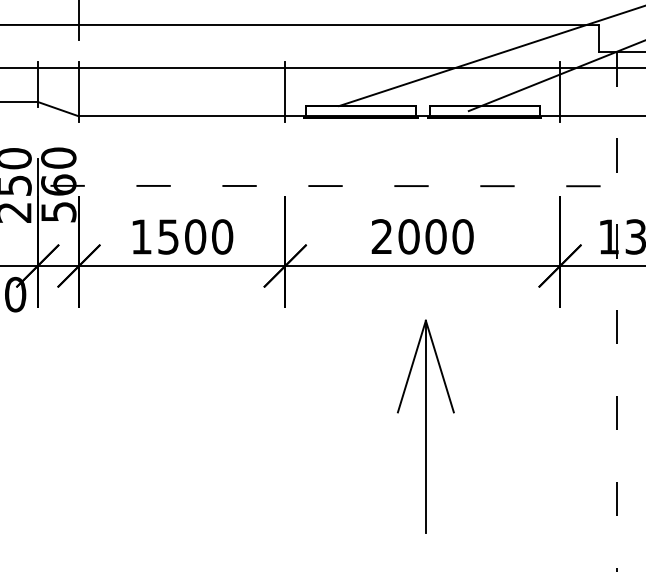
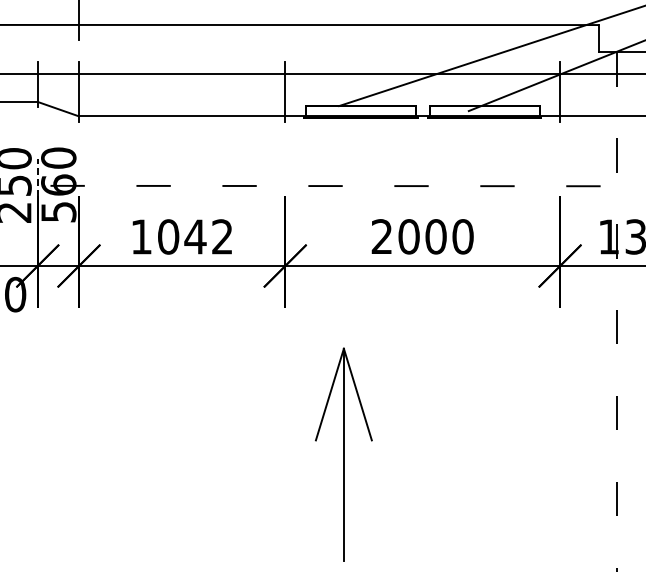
line at (322, 67) position: (322, 67) -> (322, 73)
line at (37, 178): solid -> dashed
text at (195, 236): 1500 -> 1042
part at (425, 426) position: (425, 426) -> (343, 454)
